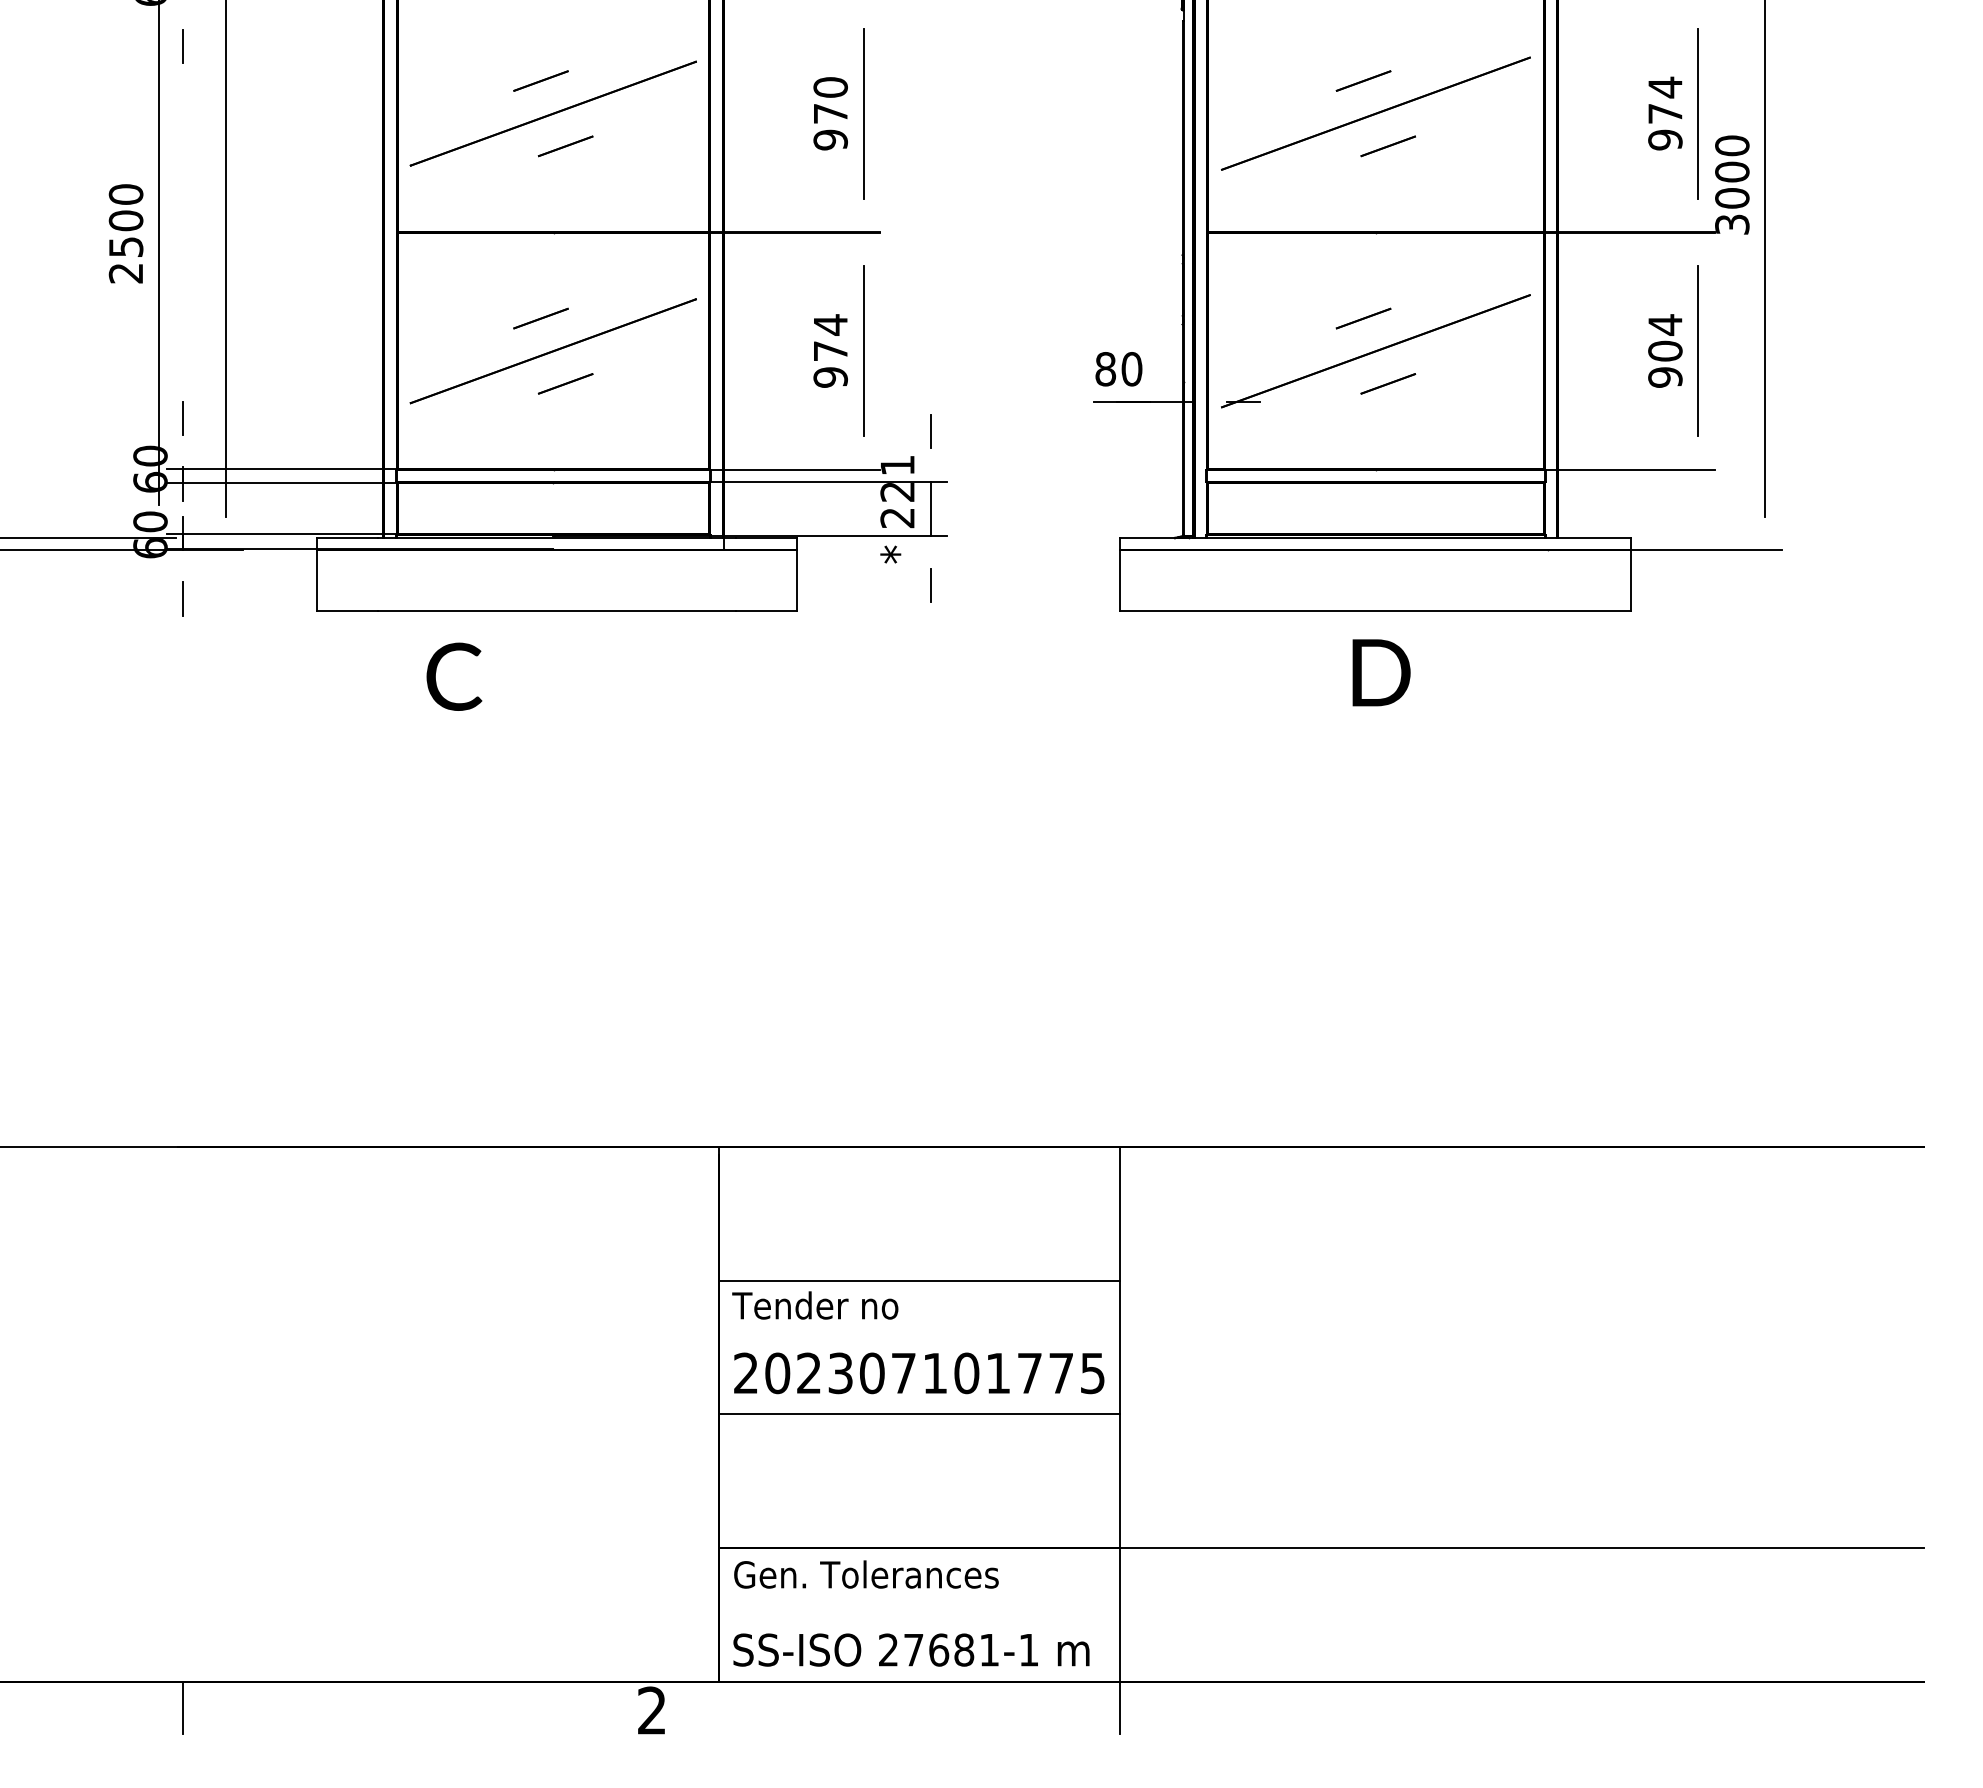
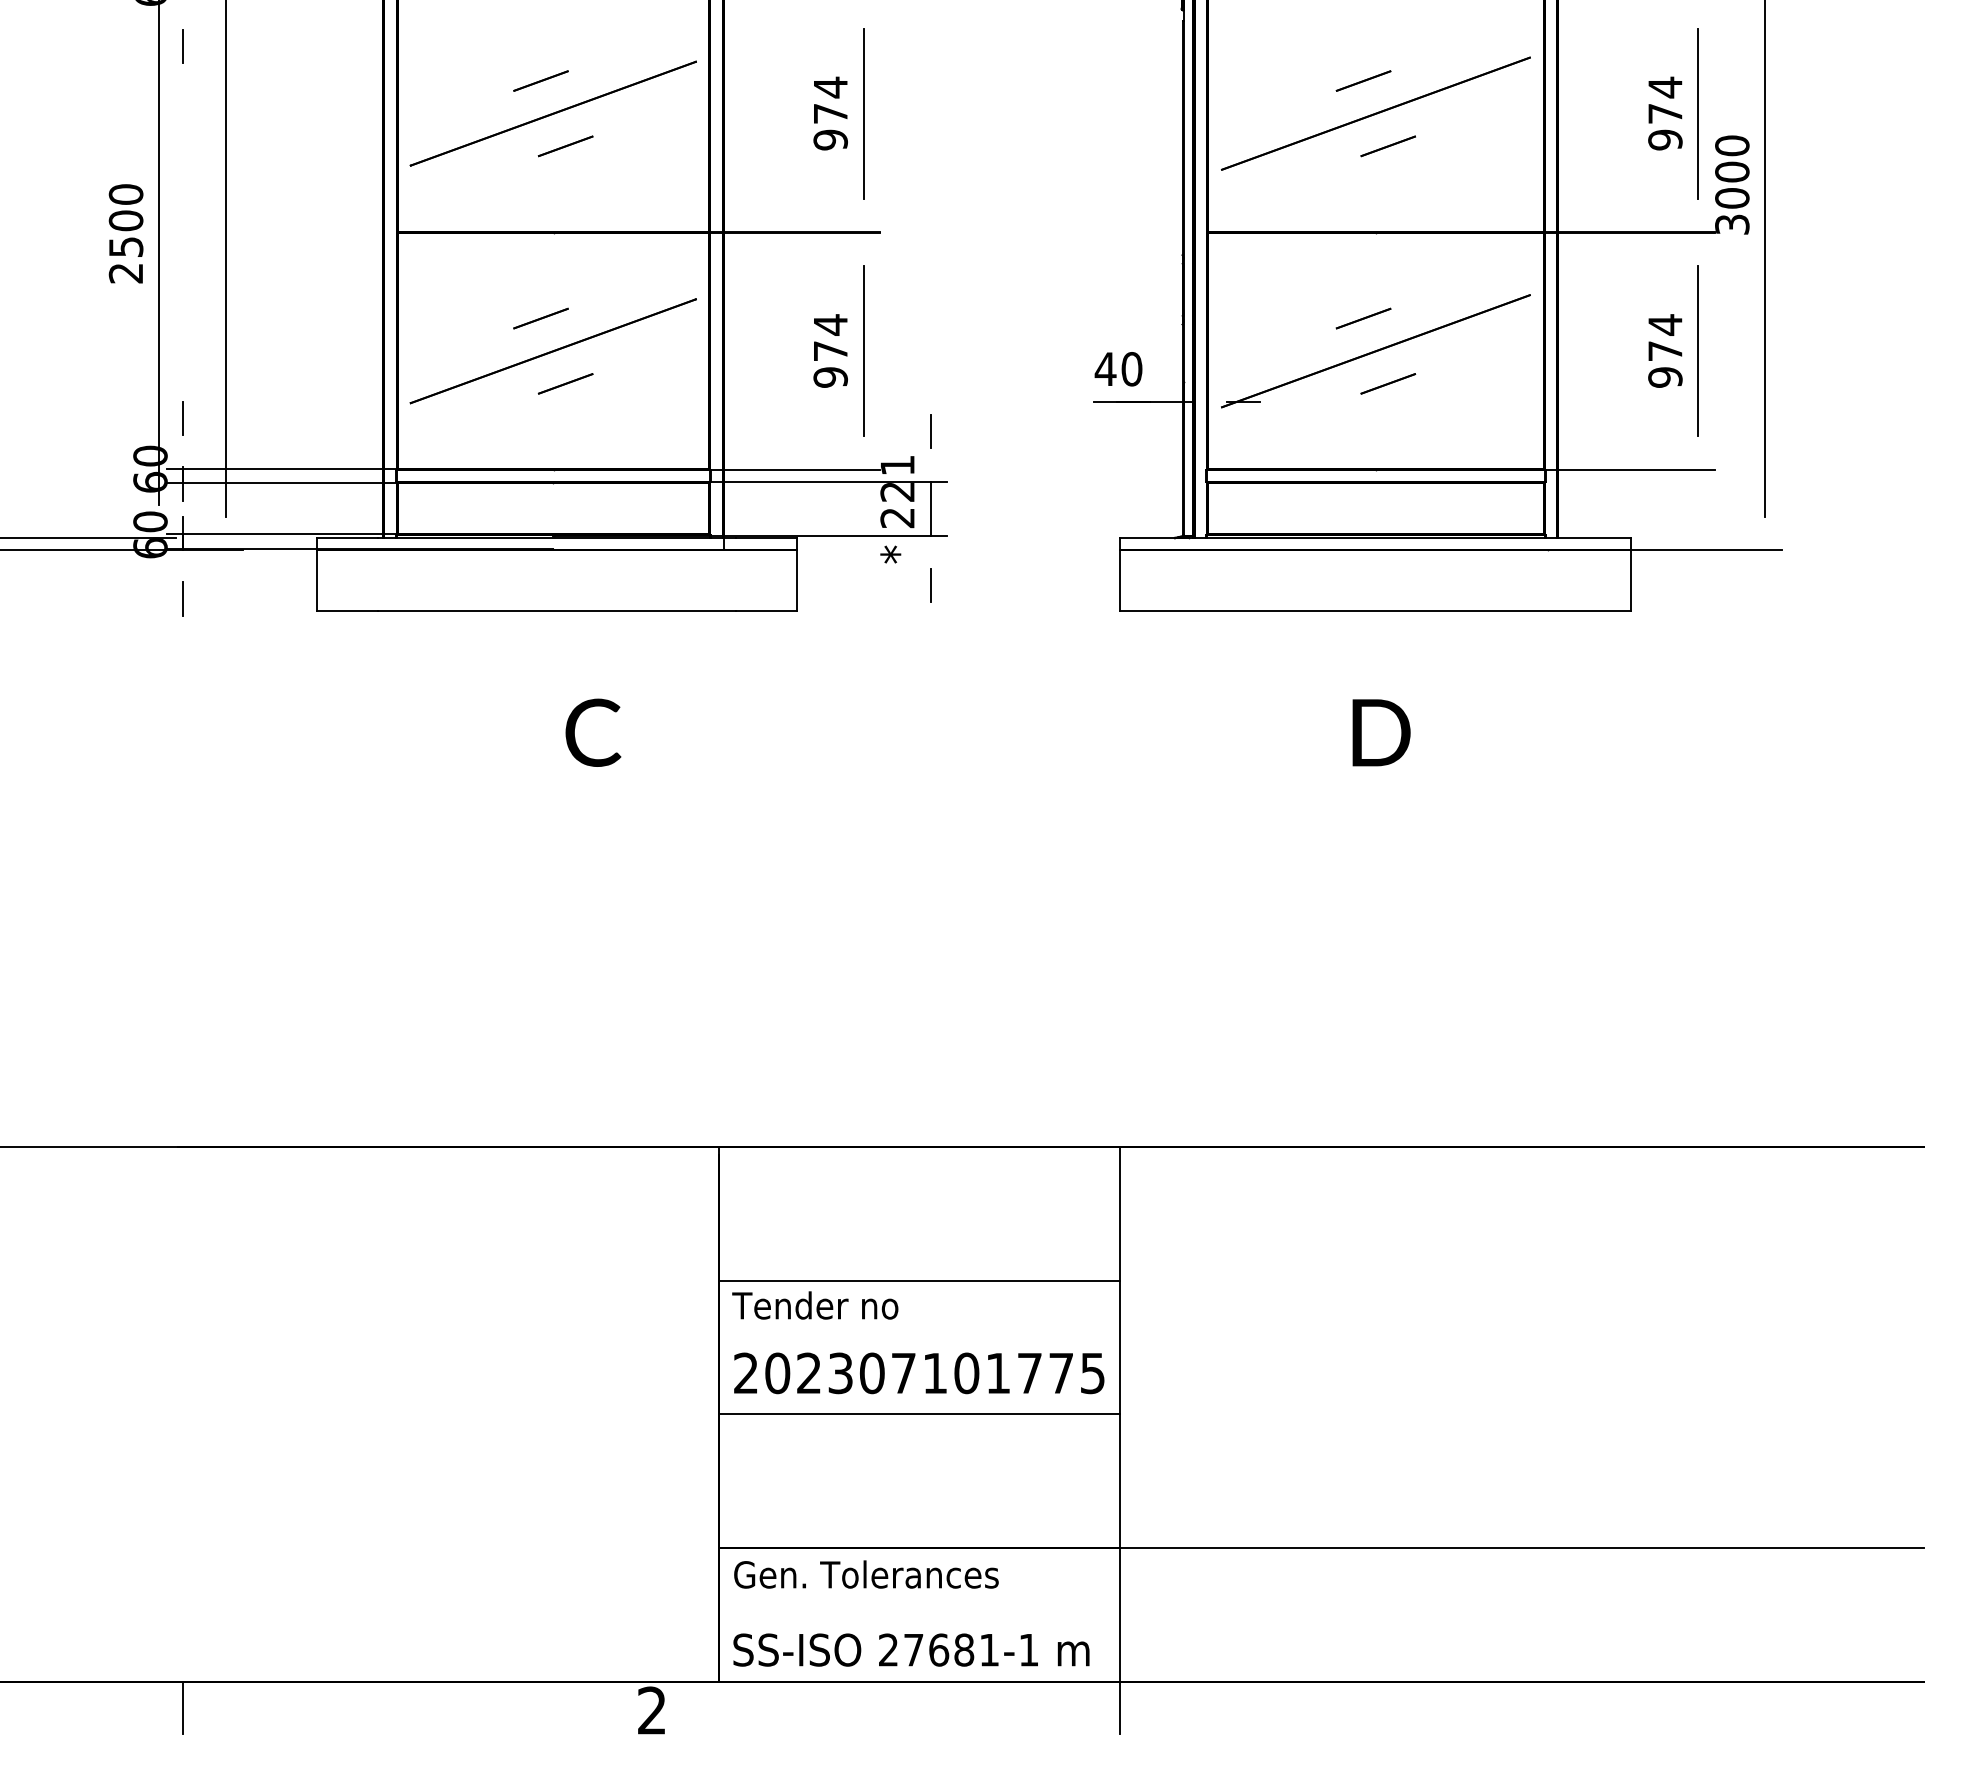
text at (830, 87): 970 -> 974
text at (1665, 350): 904 -> 974
text at (1105, 369): 80 -> 40
text at (1381, 672) position: (1381, 672) -> (1381, 732)
text at (454, 676) position: (454, 676) -> (593, 732)
